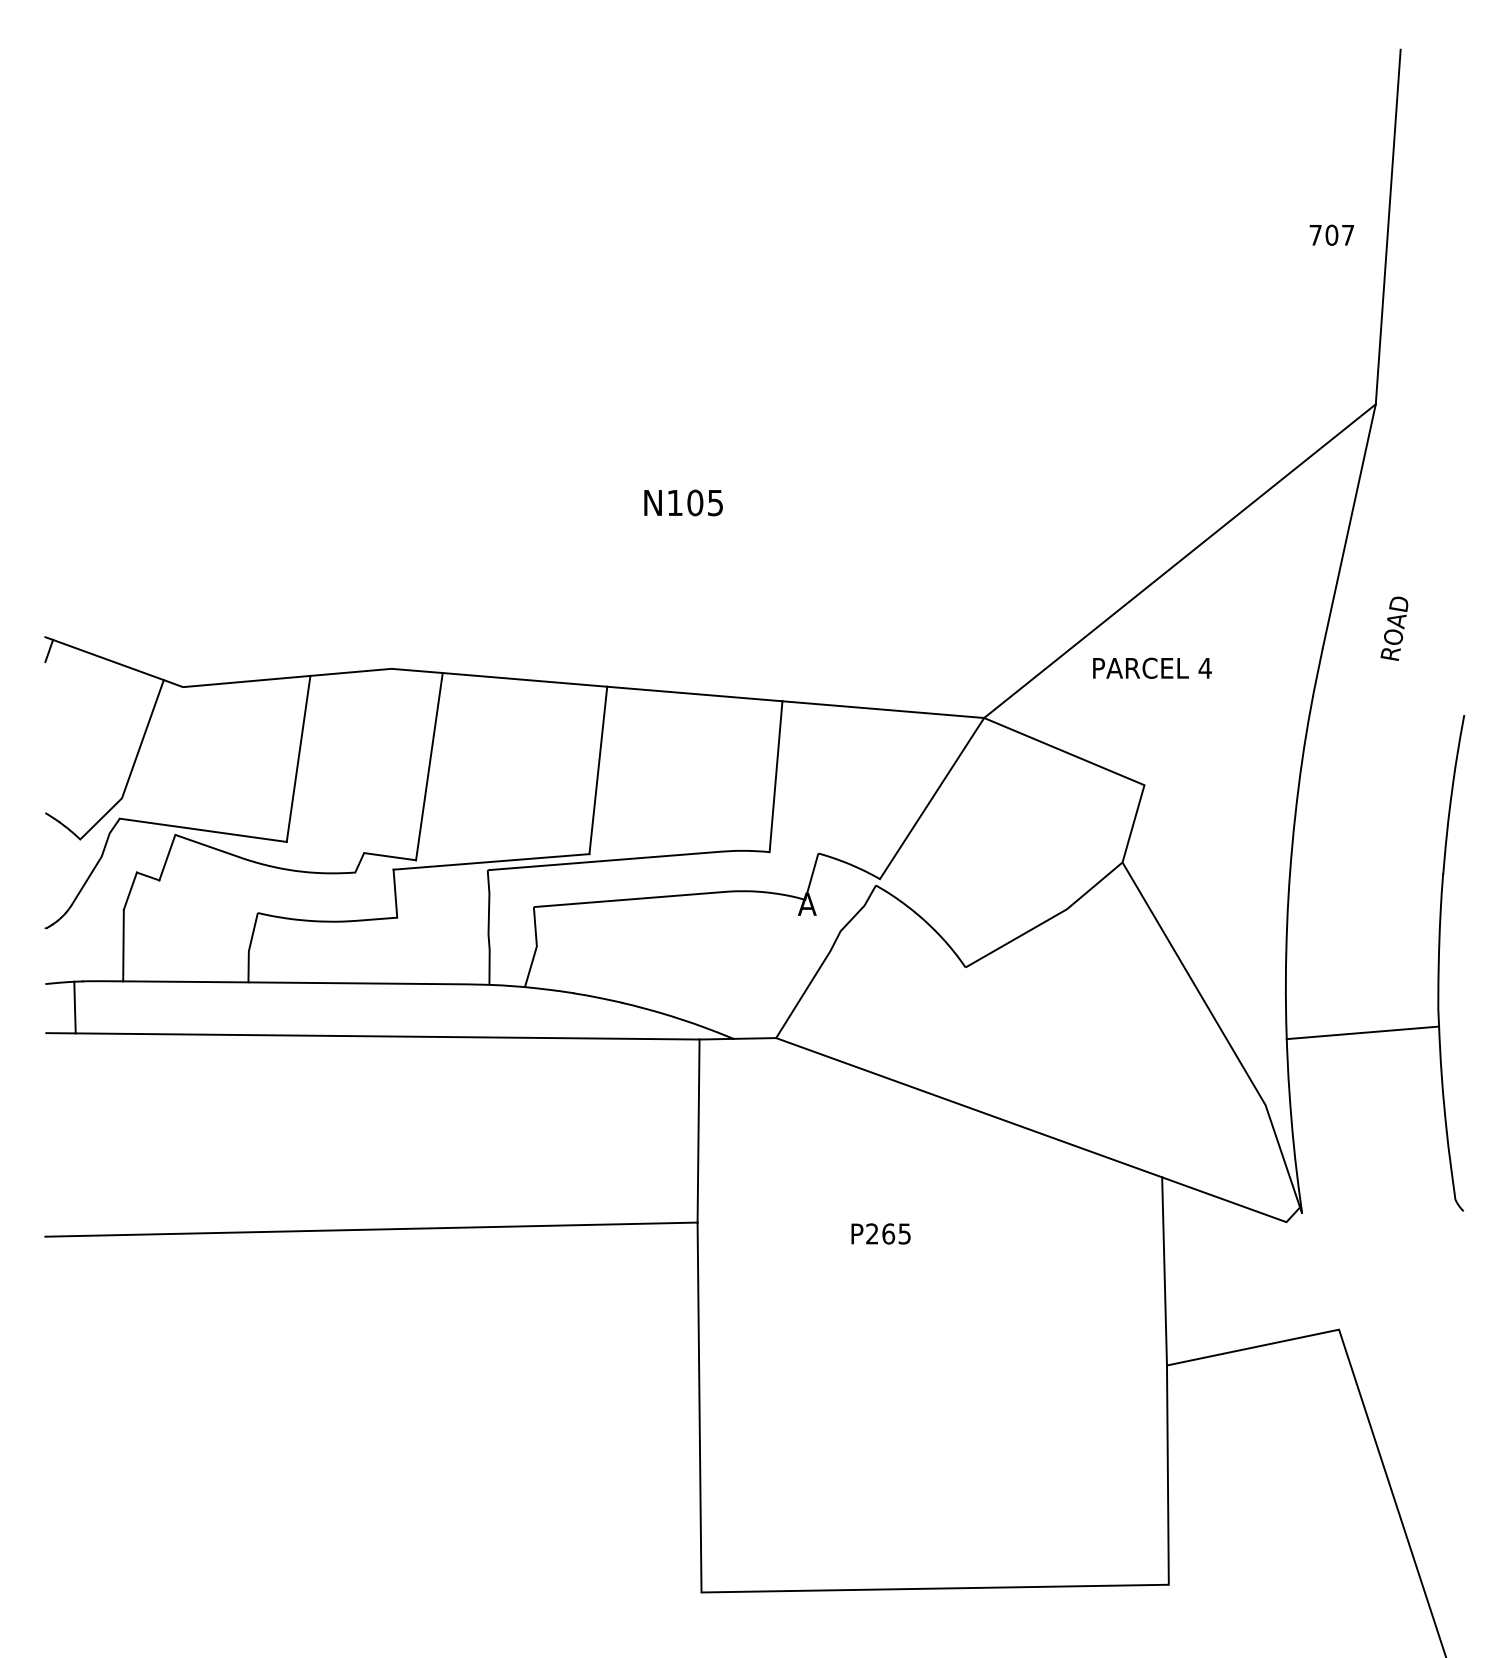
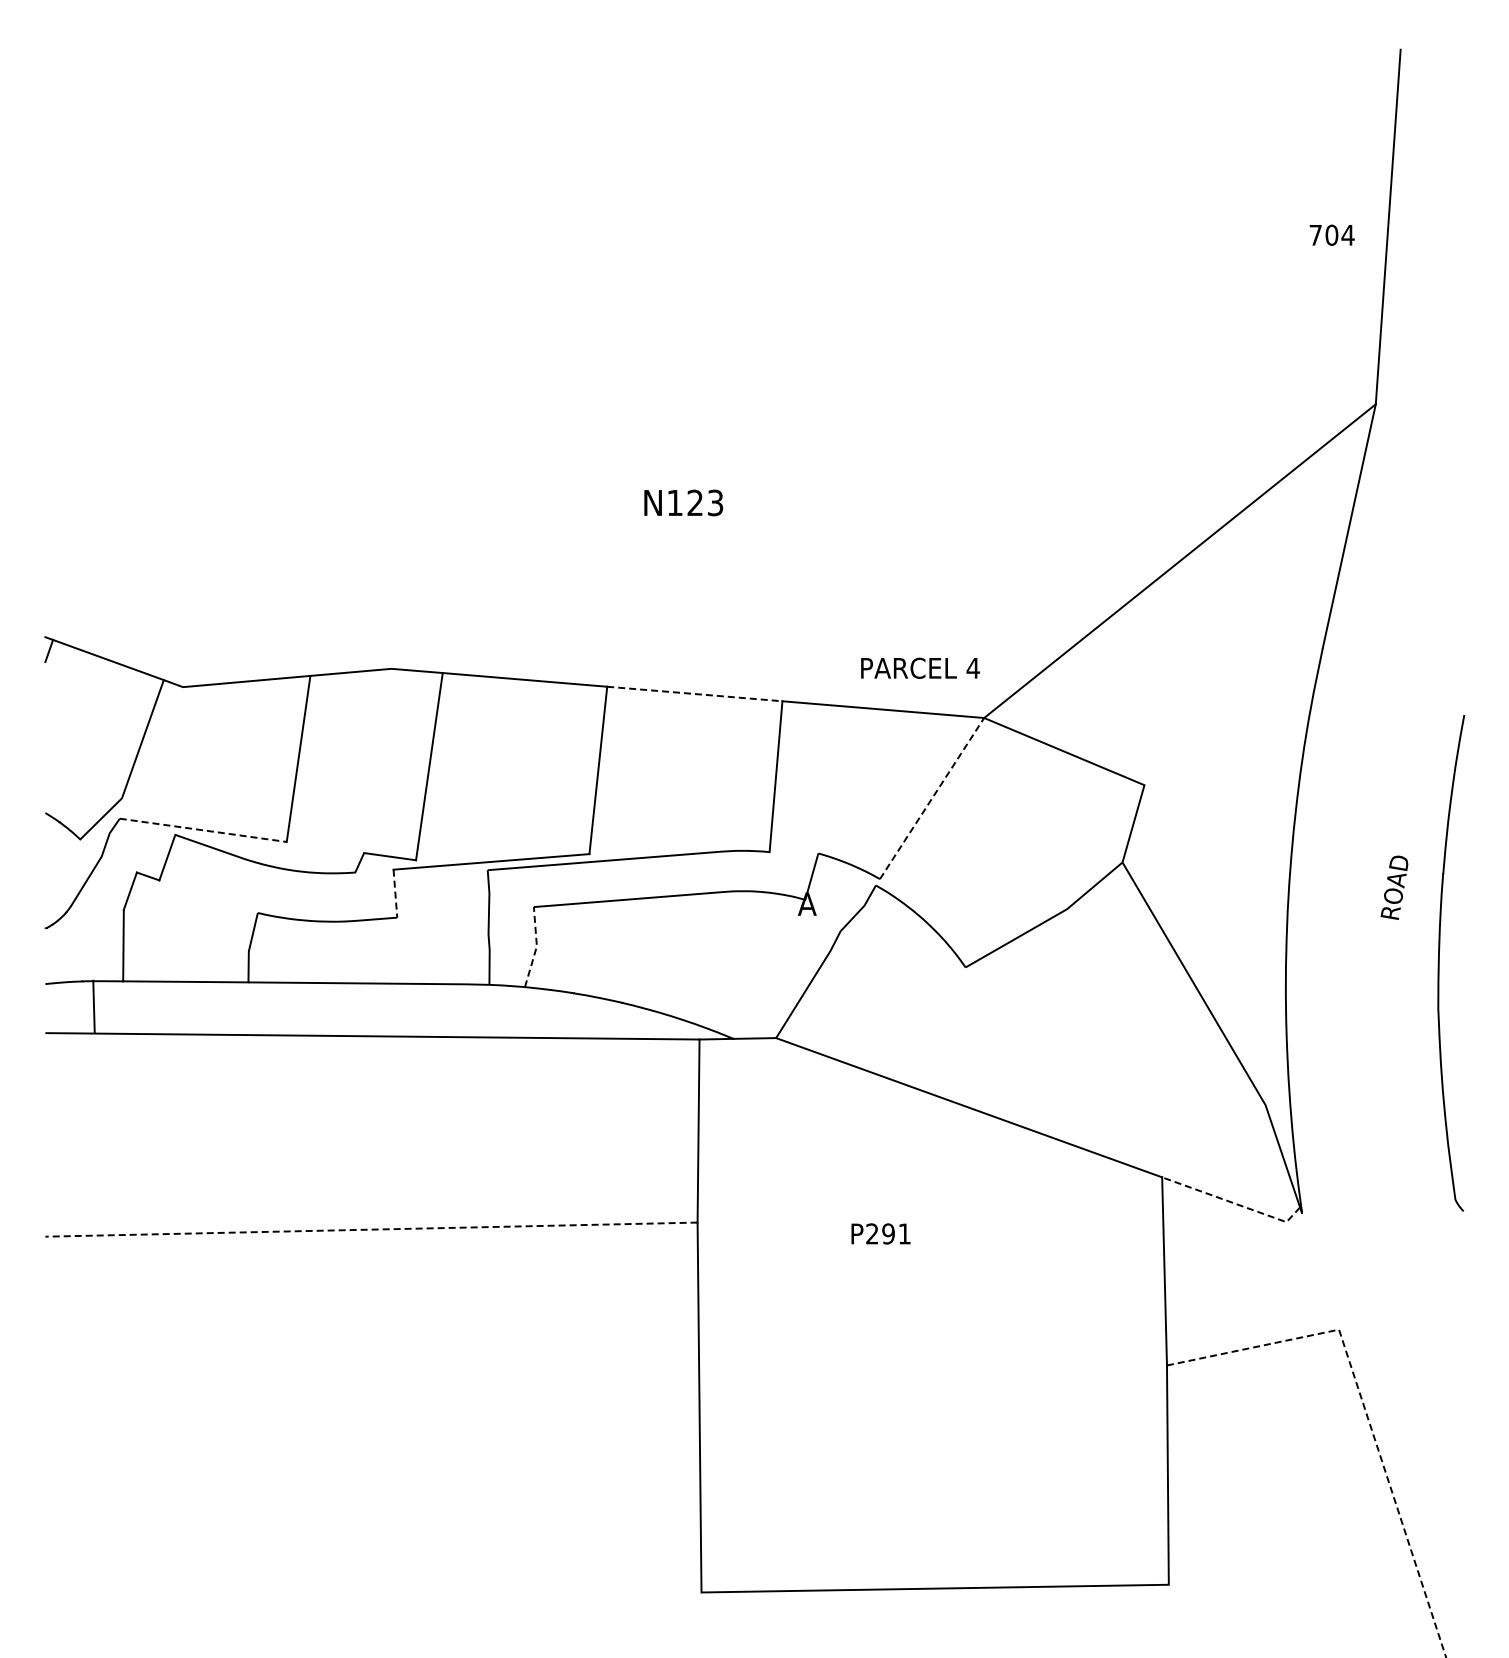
text at (1347, 235): 707 -> 704
text at (705, 502): N105 -> N123
text at (1394, 628) position: (1394, 628) -> (1394, 887)
text at (1152, 667) position: (1152, 667) -> (920, 667)
line at (694, 694): solid -> dashed
line at (932, 798): solid -> dashed
line at (203, 830): solid -> dashed
line at (395, 894): solid -> dashed
line at (536, 947): solid -> dashed
line at (74, 1007) position: (74, 1007) -> (93, 1006)
line at (1362, 1032): present -> none
line at (1234, 1203): solid -> dashed
line at (370, 1229): solid -> dashed
text at (896, 1233): P265 -> P291
line at (1365, 1409): solid -> dashed
